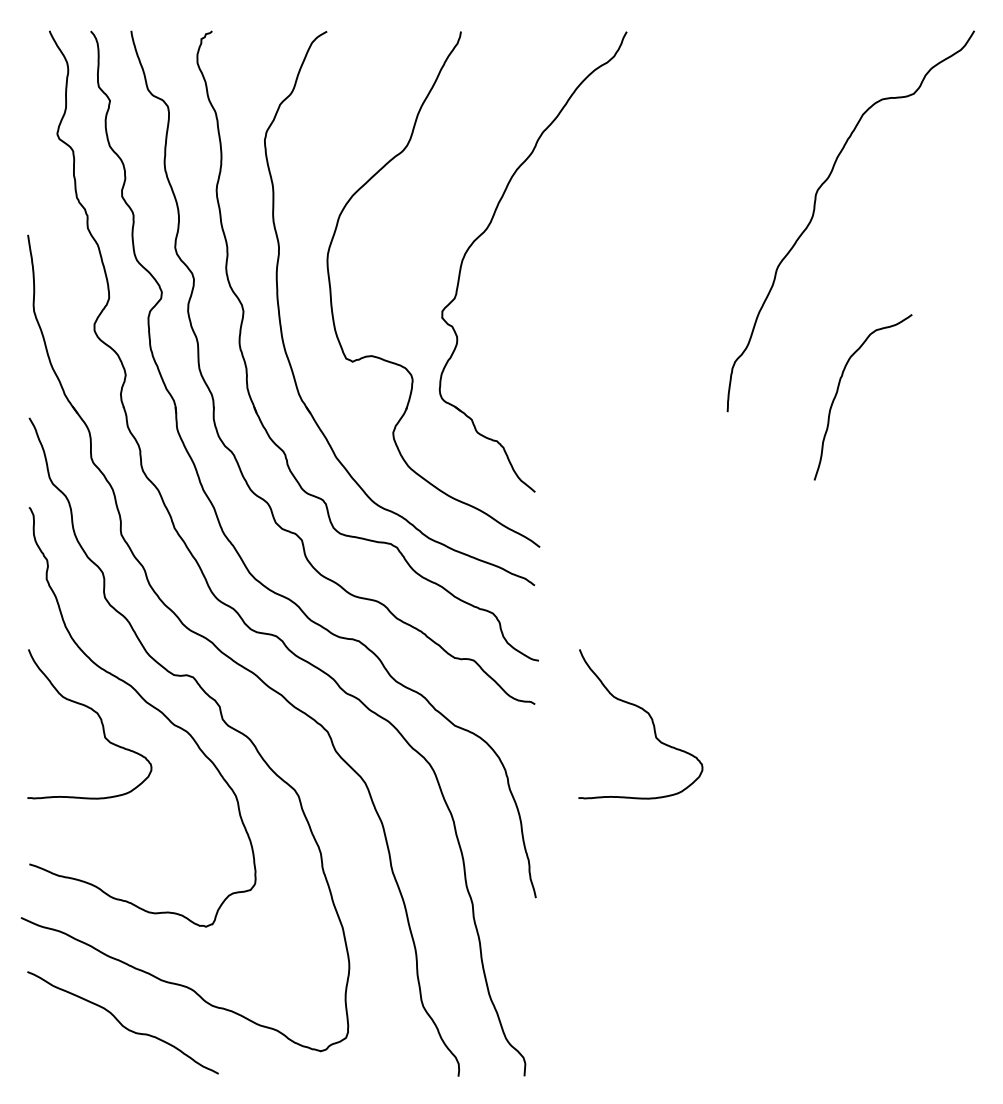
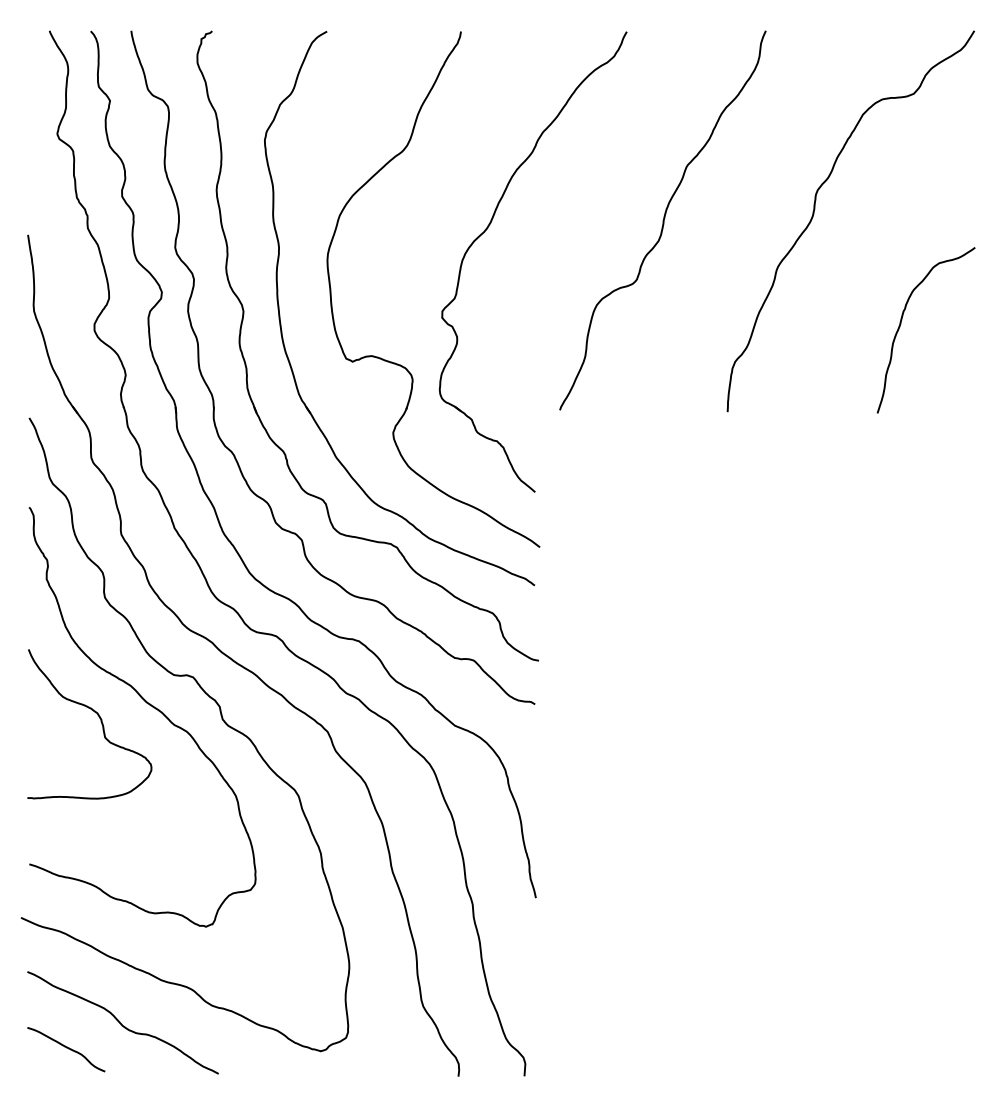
curve at (662, 220): none -> present
curve at (838, 391) position: (838, 391) -> (901, 324)
curve at (649, 717): present -> none
curve at (66, 1048): none -> present
